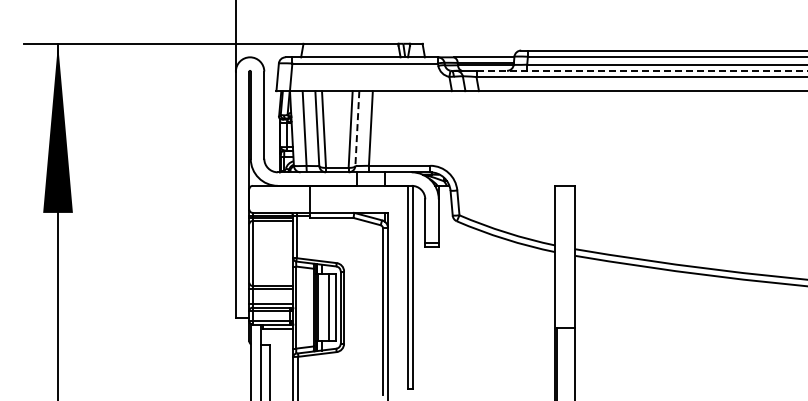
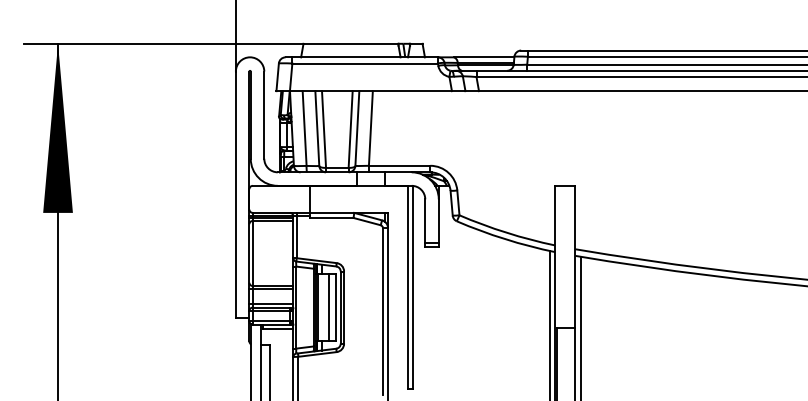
line at (642, 70): dashed -> solid
line at (357, 129): dashed -> solid
line at (550, 324): none -> present
line at (580, 326): none -> present
